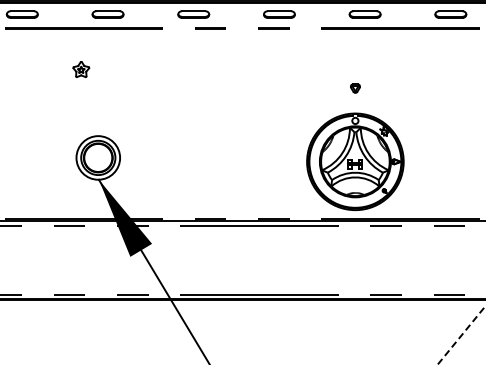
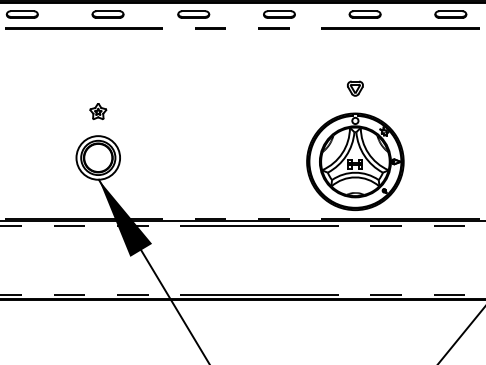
part at (81, 69) position: (81, 69) -> (98, 111)
part at (355, 88) size: 11x11 px -> 17x17 px
line at (461, 335): dashed -> solid
